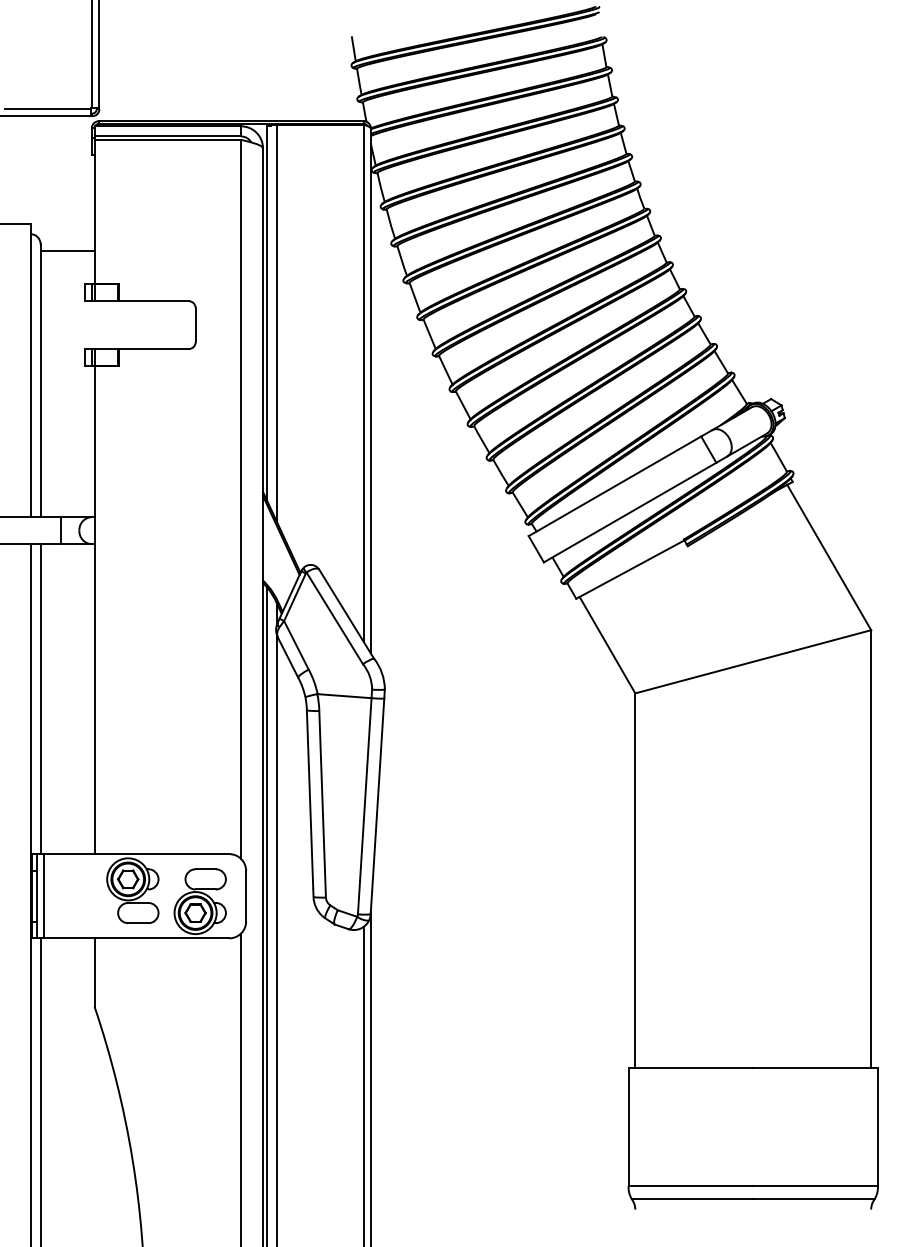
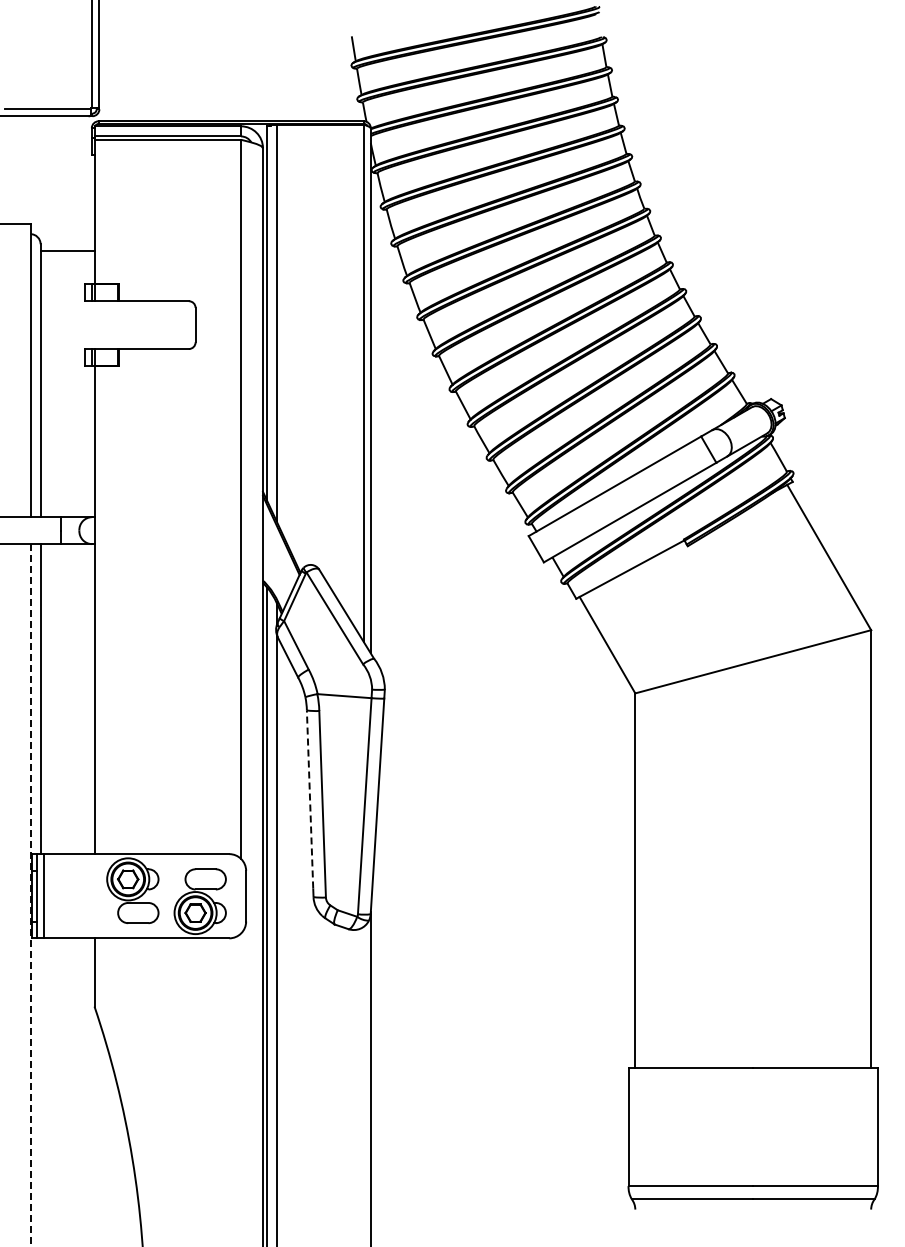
line at (310, 798): solid -> dashed
line at (30, 895): solid -> dashed
line at (363, 1084): present -> none
line at (241, 1088): present -> none
line at (40, 1090): present -> none
